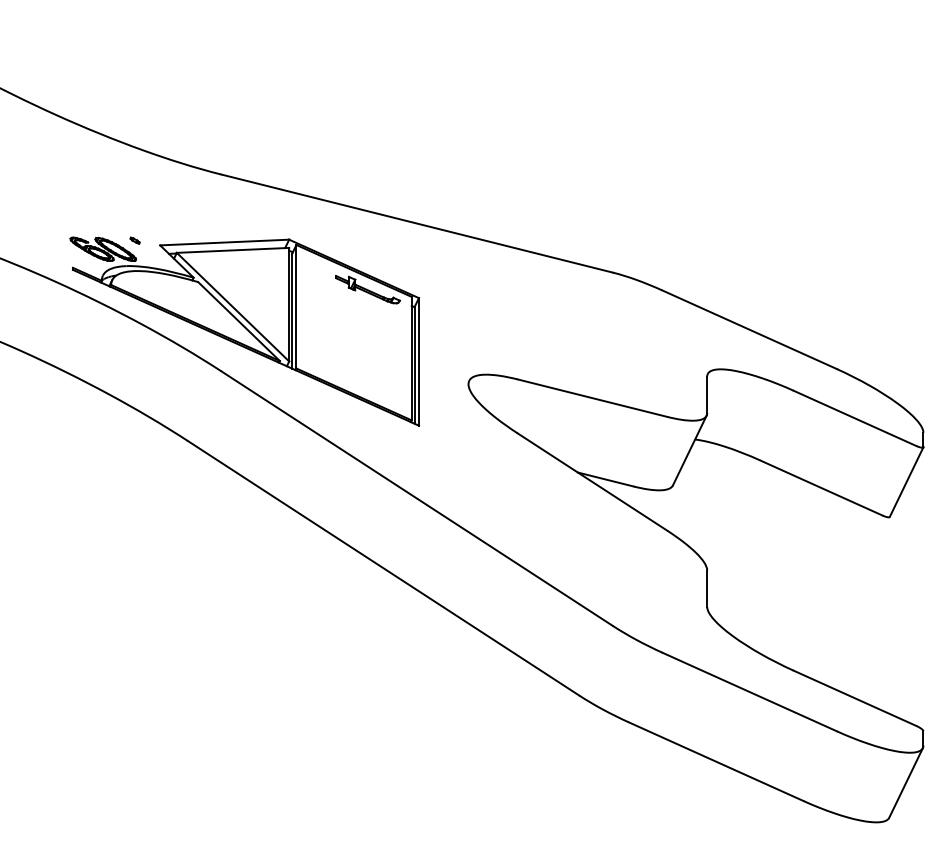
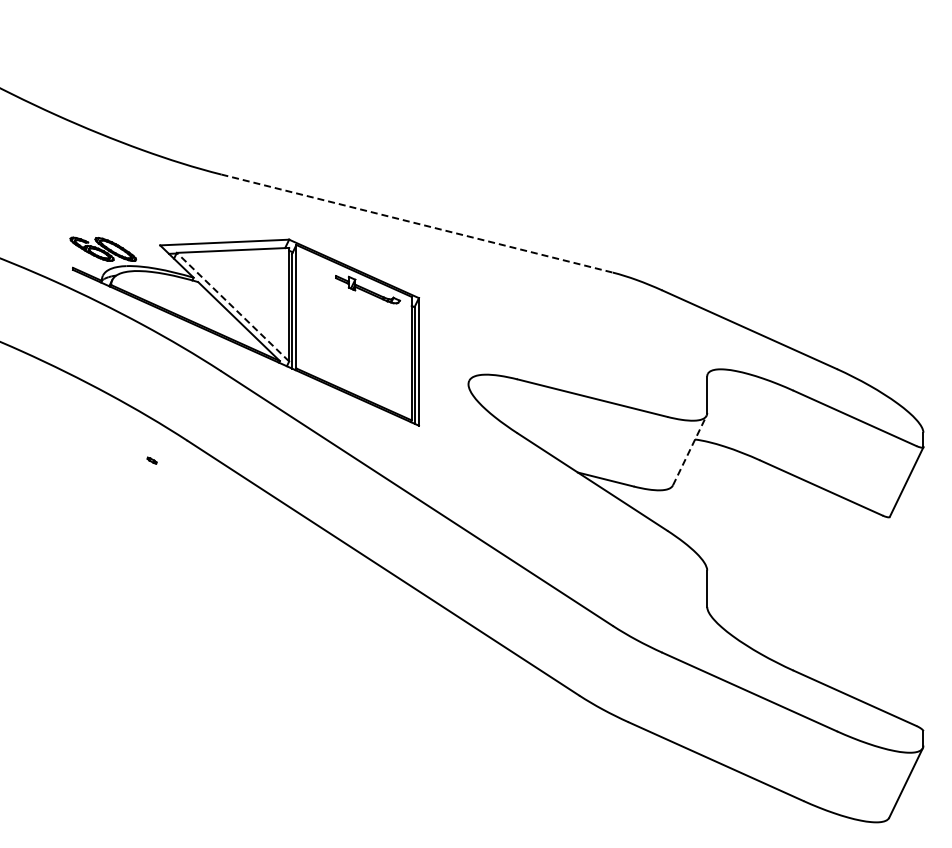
line at (417, 223): solid -> dashed
part at (134, 240) position: (134, 240) -> (151, 460)
line at (232, 306): solid -> dashed
line at (689, 450): solid -> dashed
